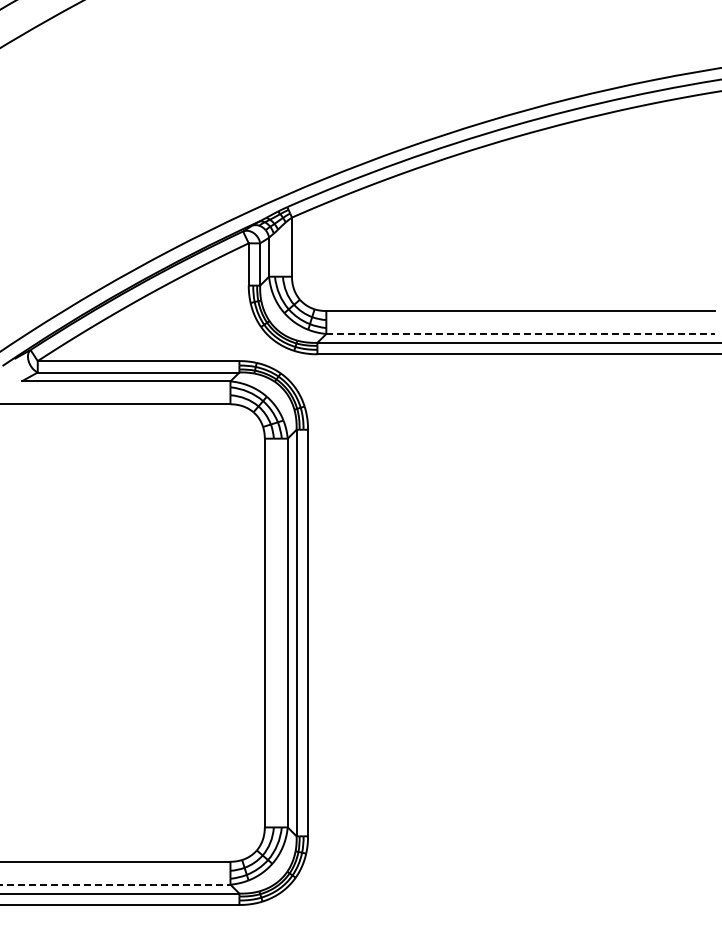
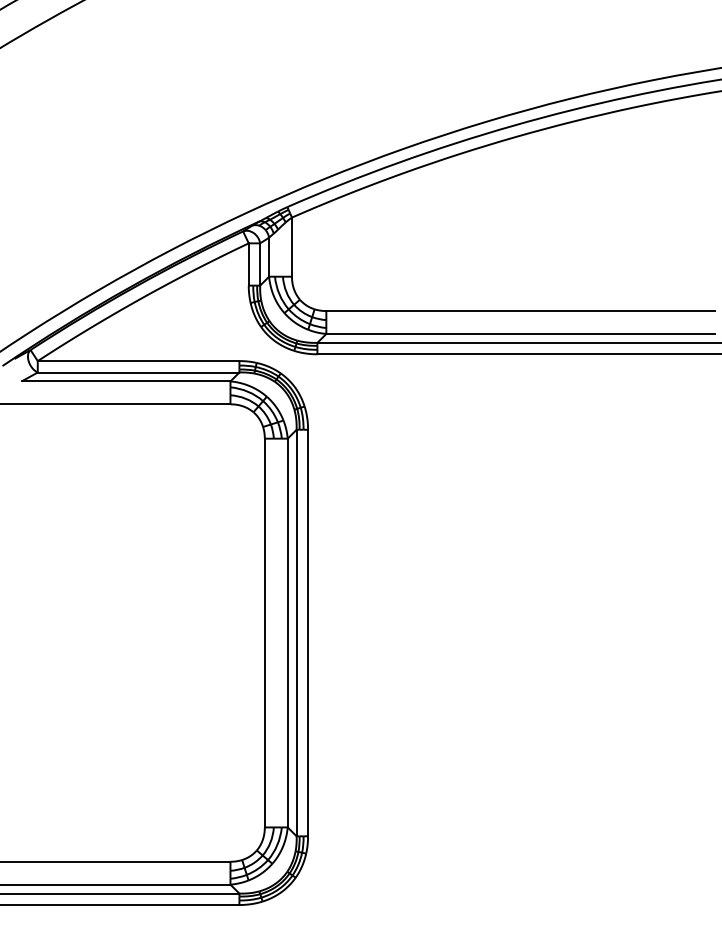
line at (521, 333): dashed -> solid
line at (115, 884): dashed -> solid
